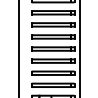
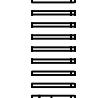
line at (18, 48): present -> none
line at (79, 48): present -> none
